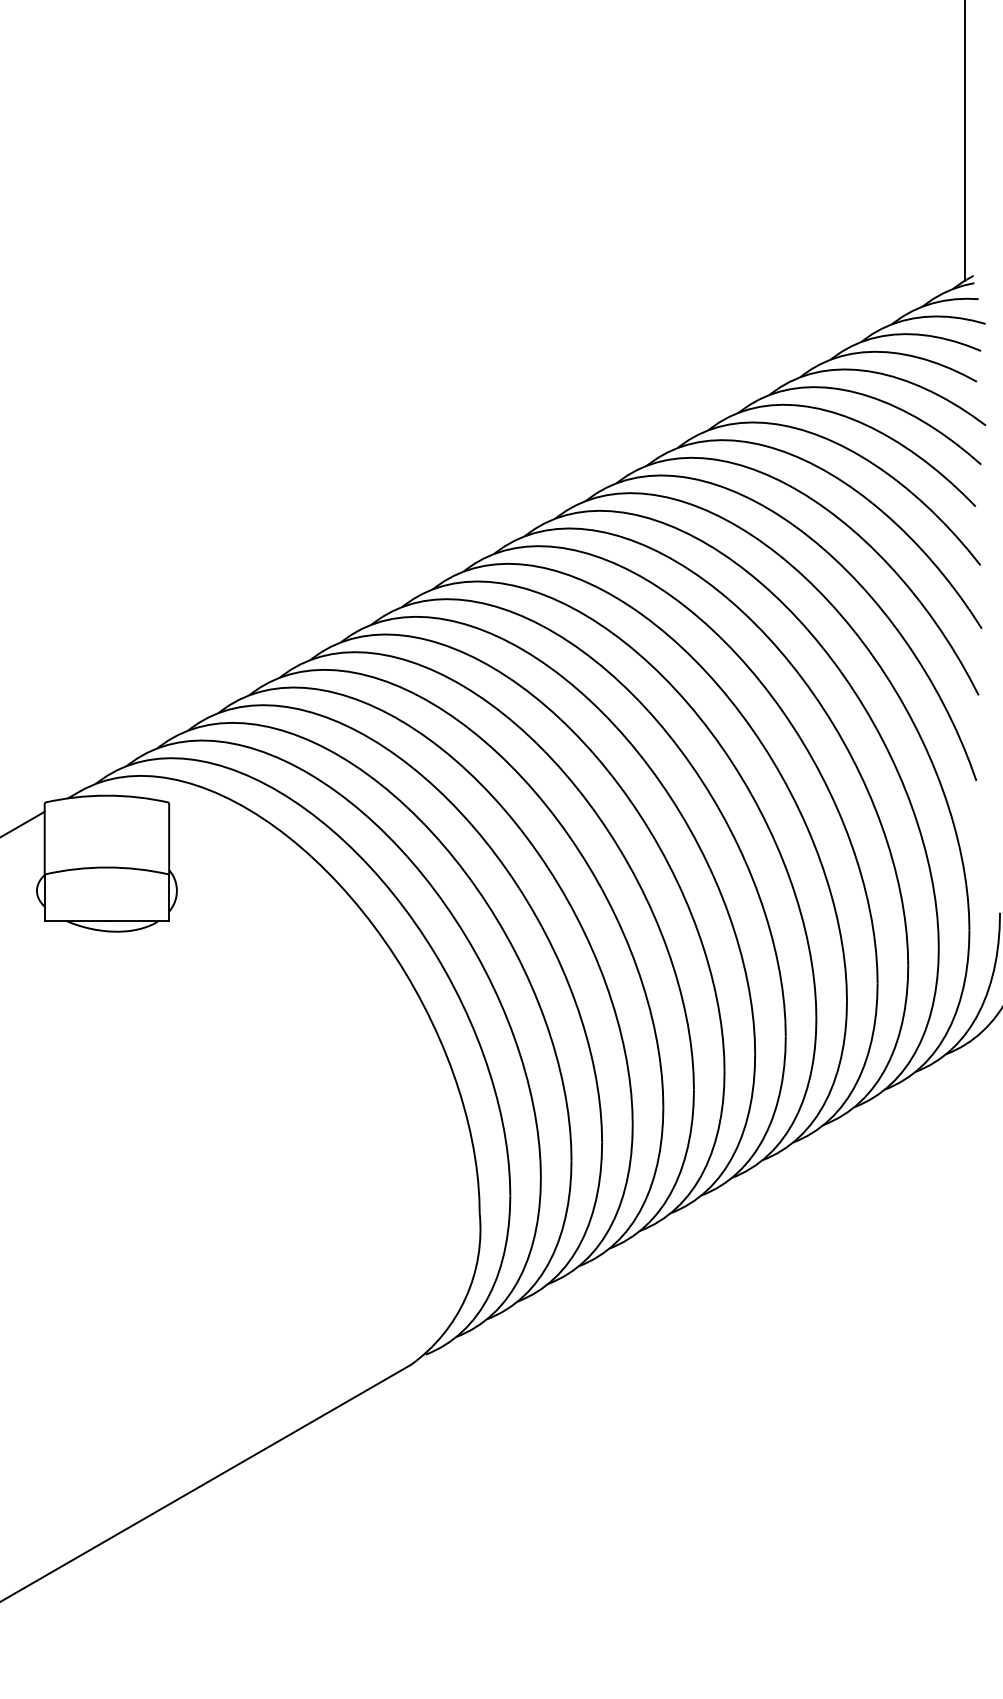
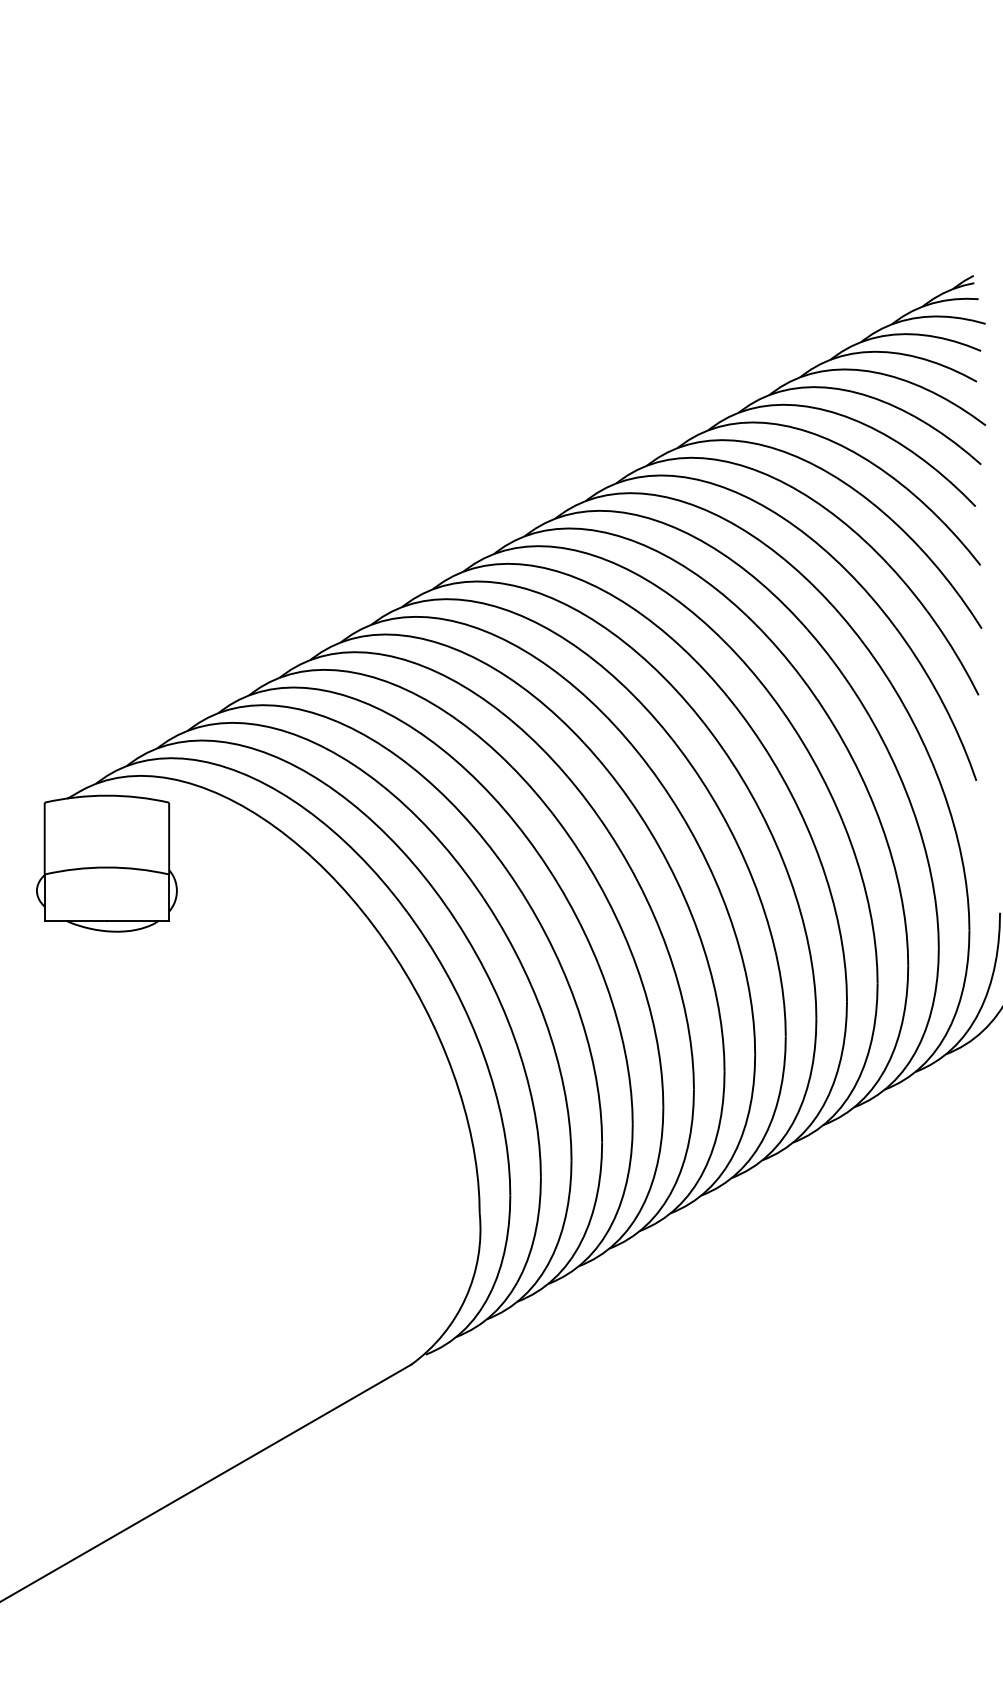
line at (964, 141): present -> none
line at (23, 823): present -> none
